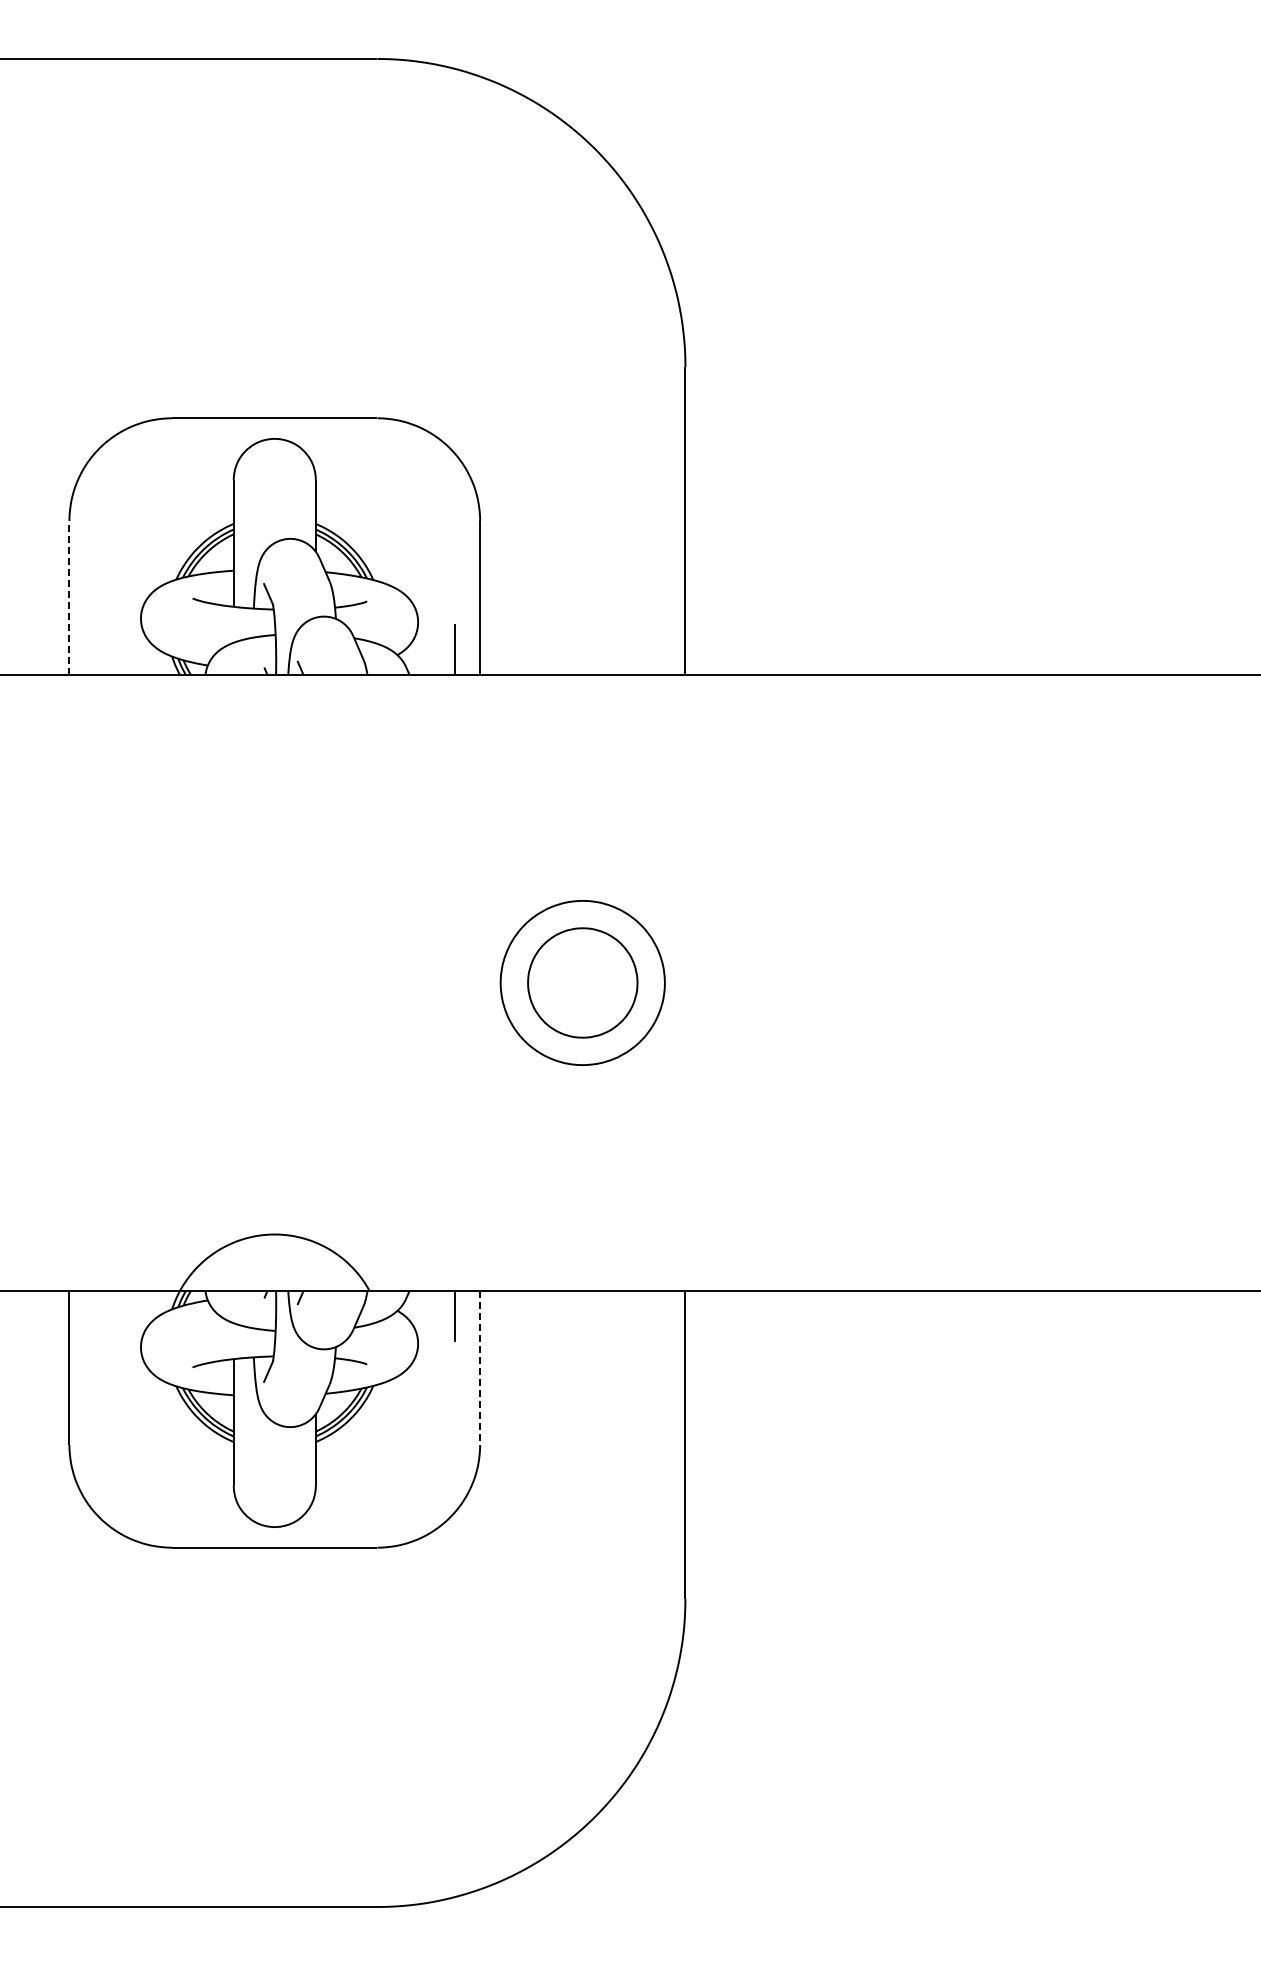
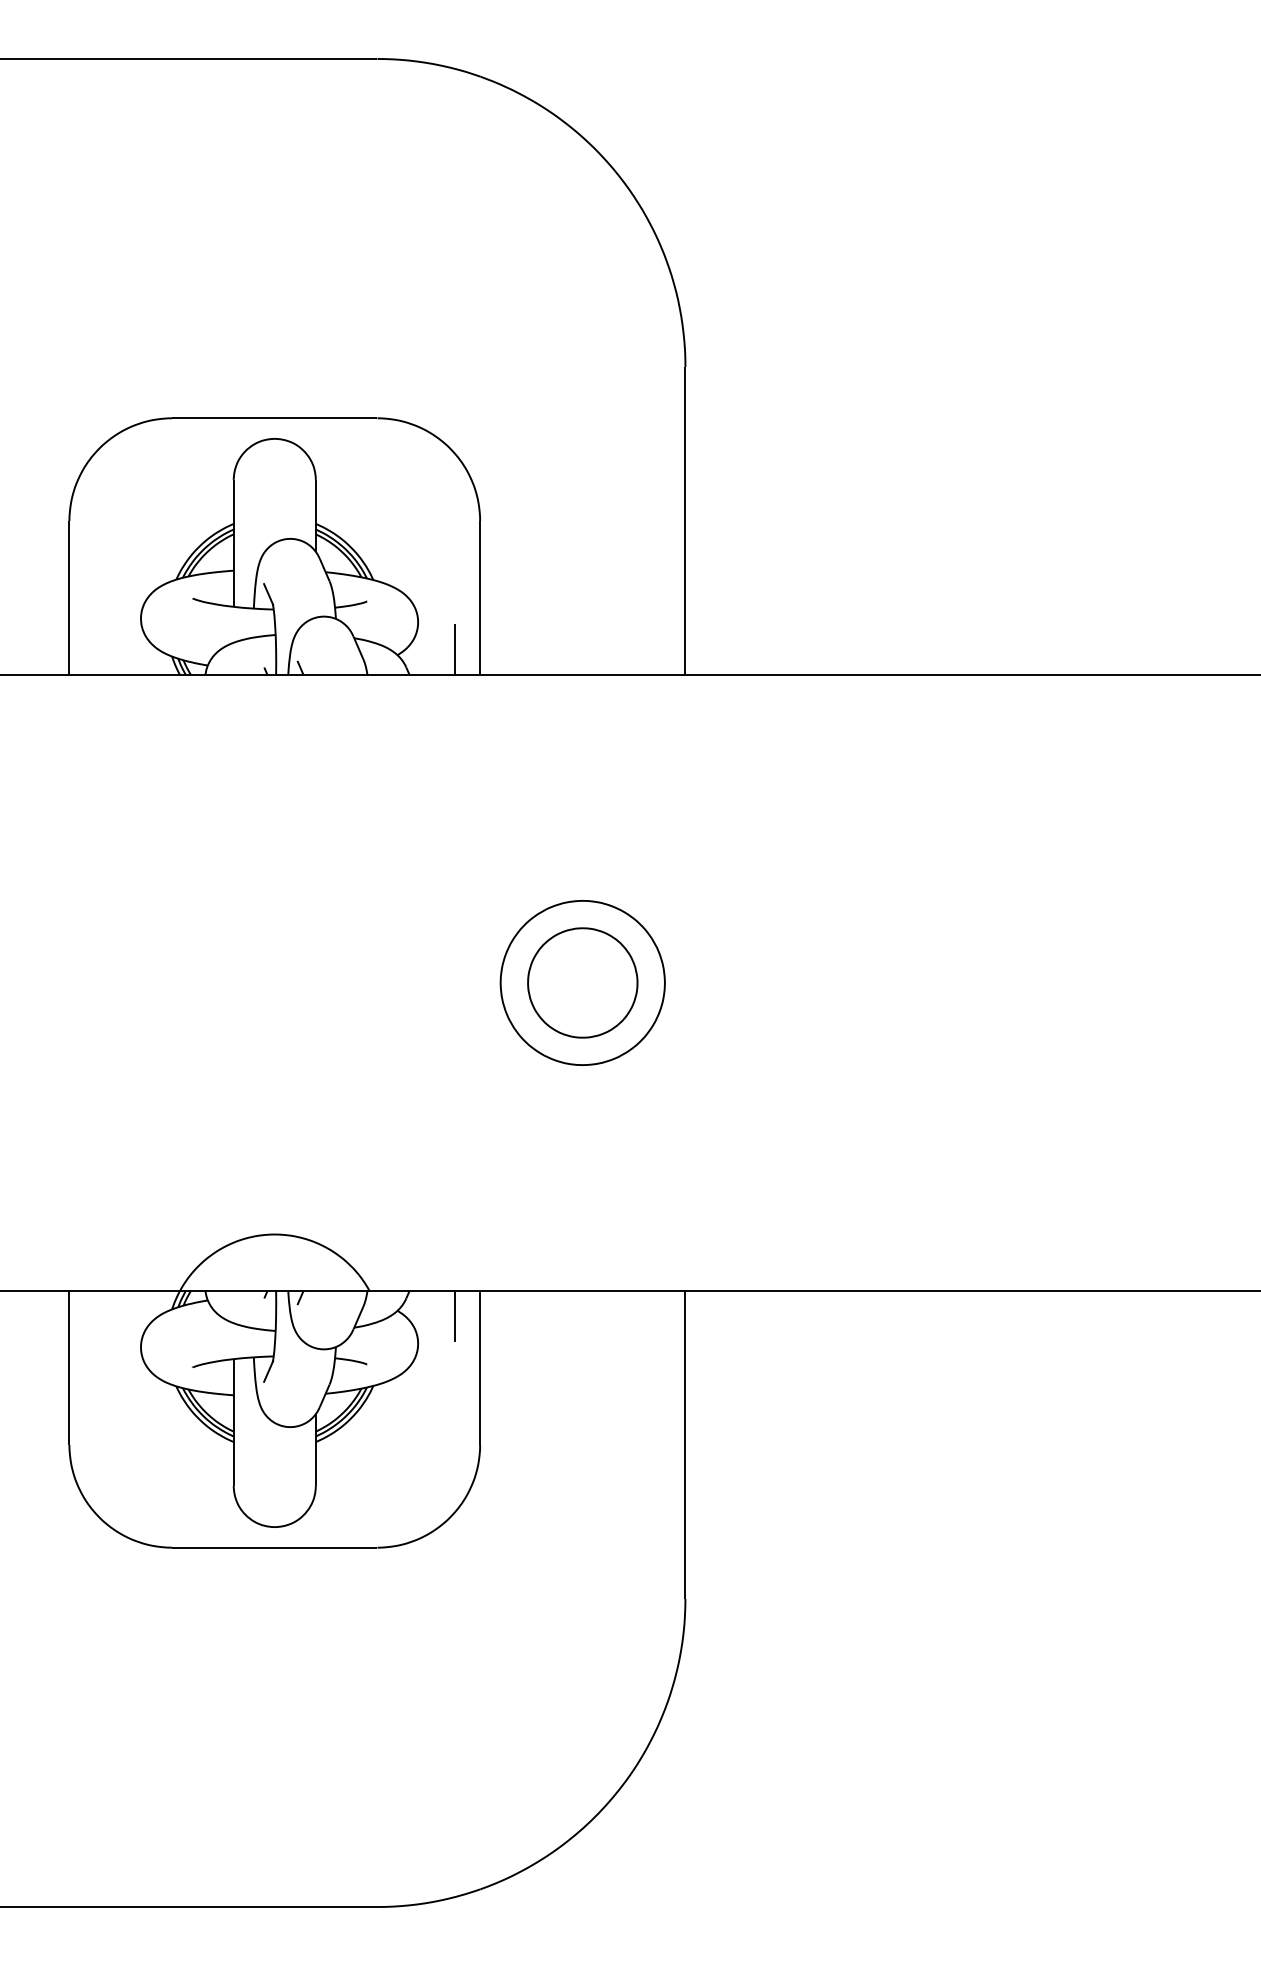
line at (69, 597): dashed -> solid
line at (480, 1368): dashed -> solid
